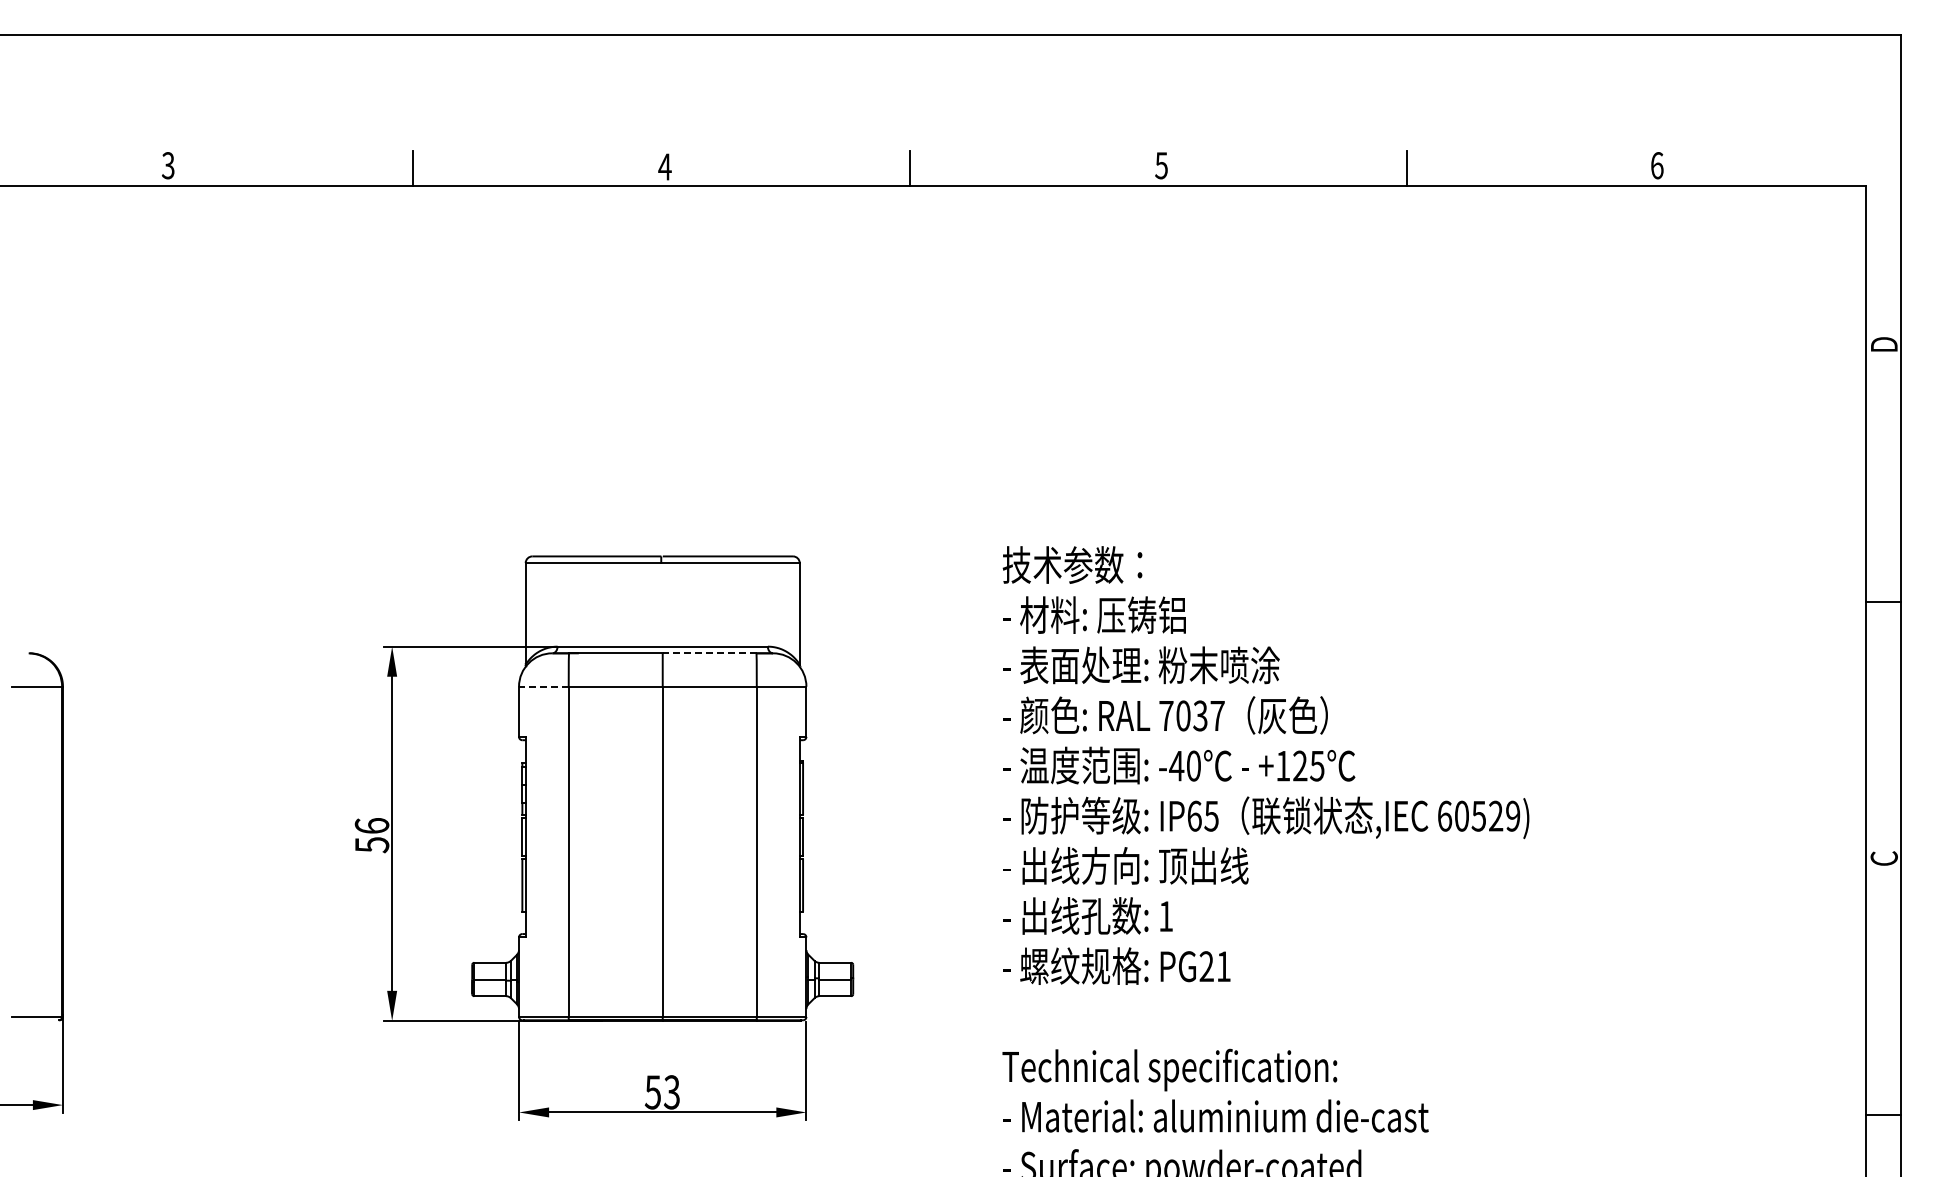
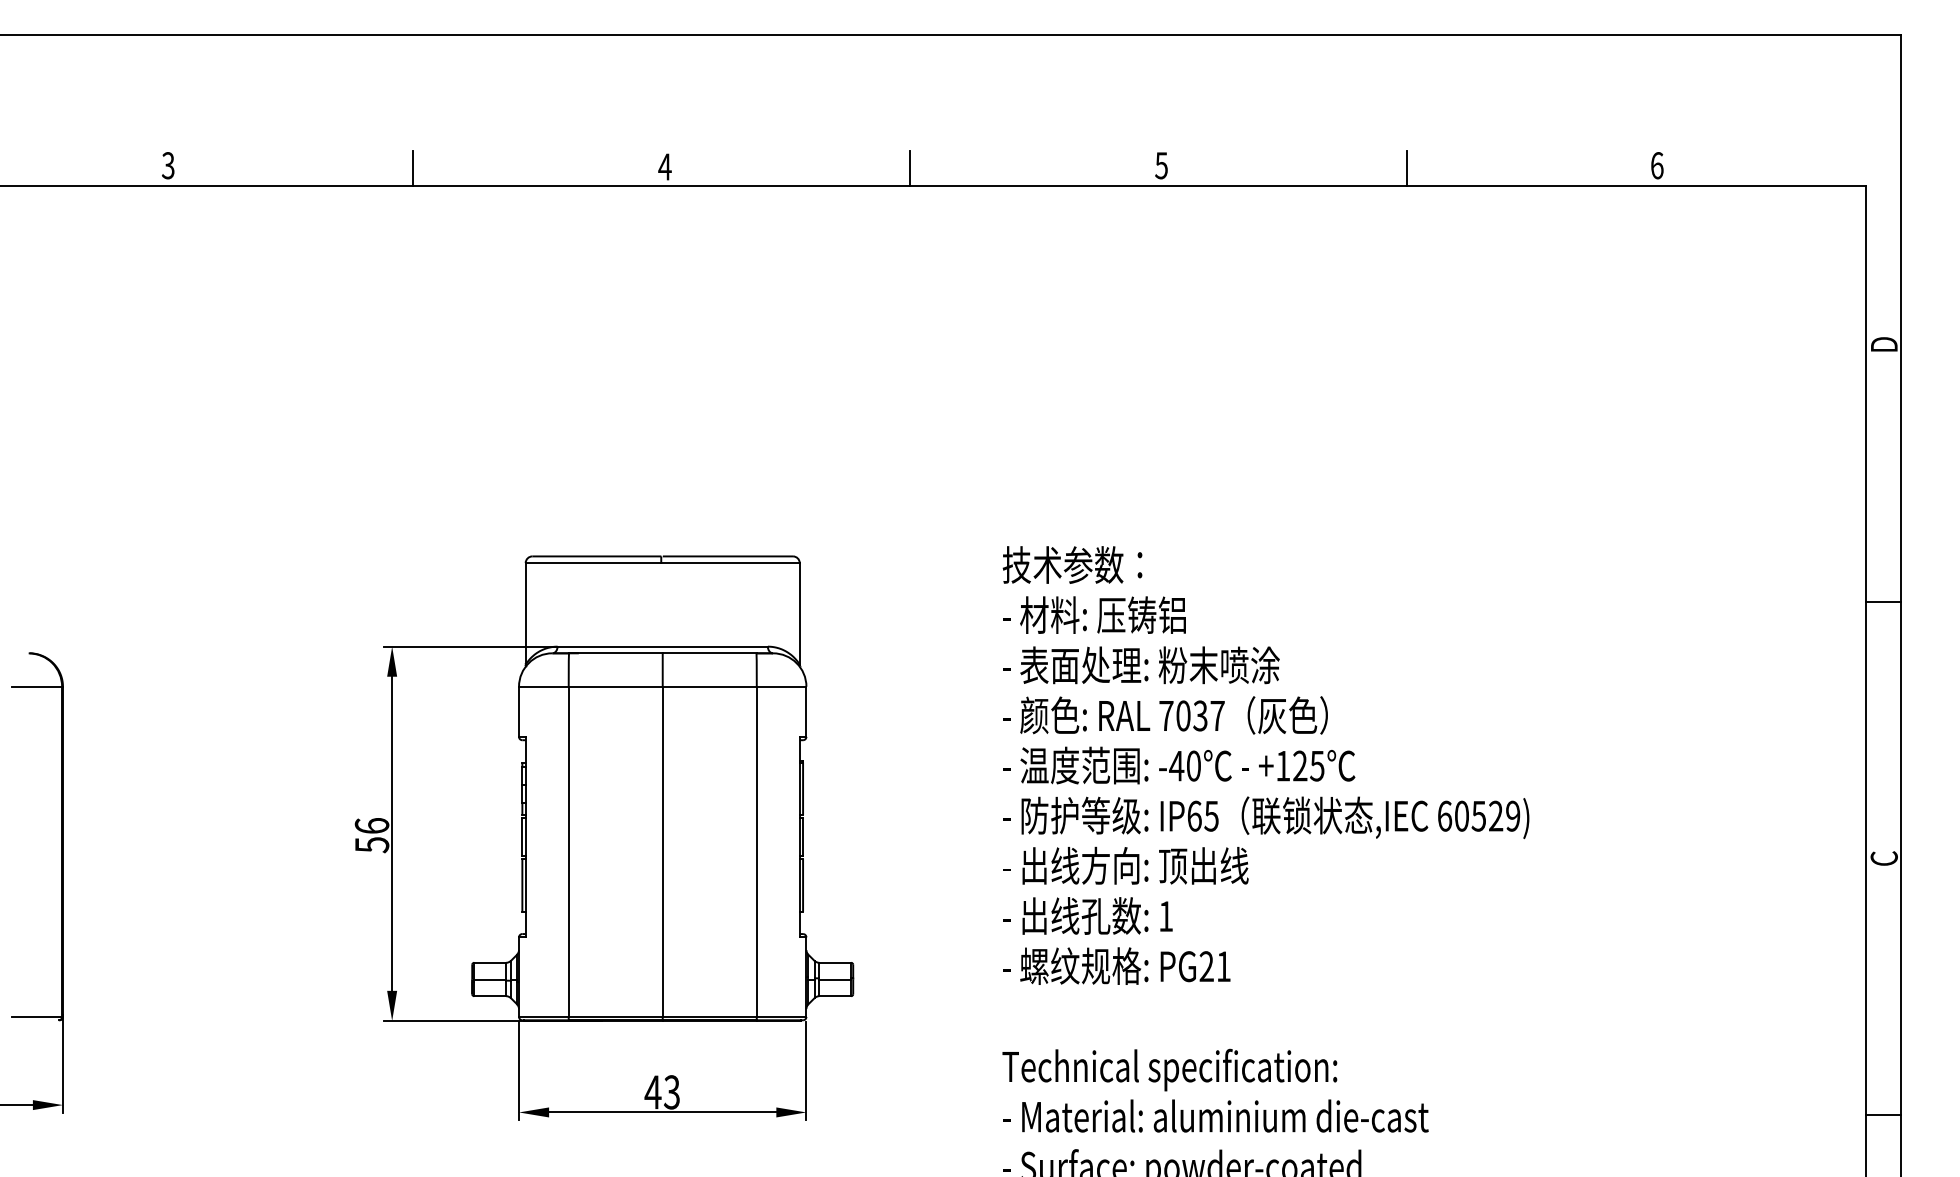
line at (709, 653): dashed -> solid
line at (543, 686): dashed -> solid
text at (652, 1092): 53 -> 43
